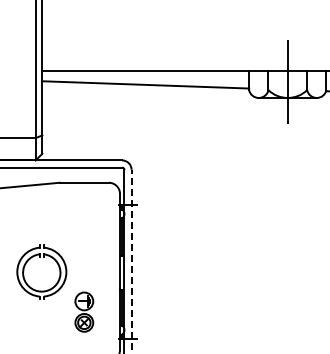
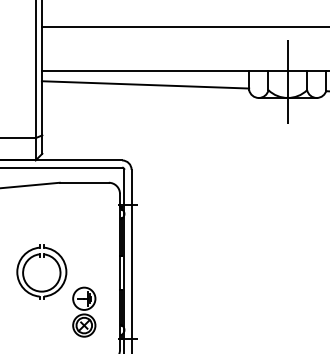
line at (184, 26): none -> present
line at (131, 261): dashed -> solid
part at (84, 311) size: 21x42 px -> 25x52 px
